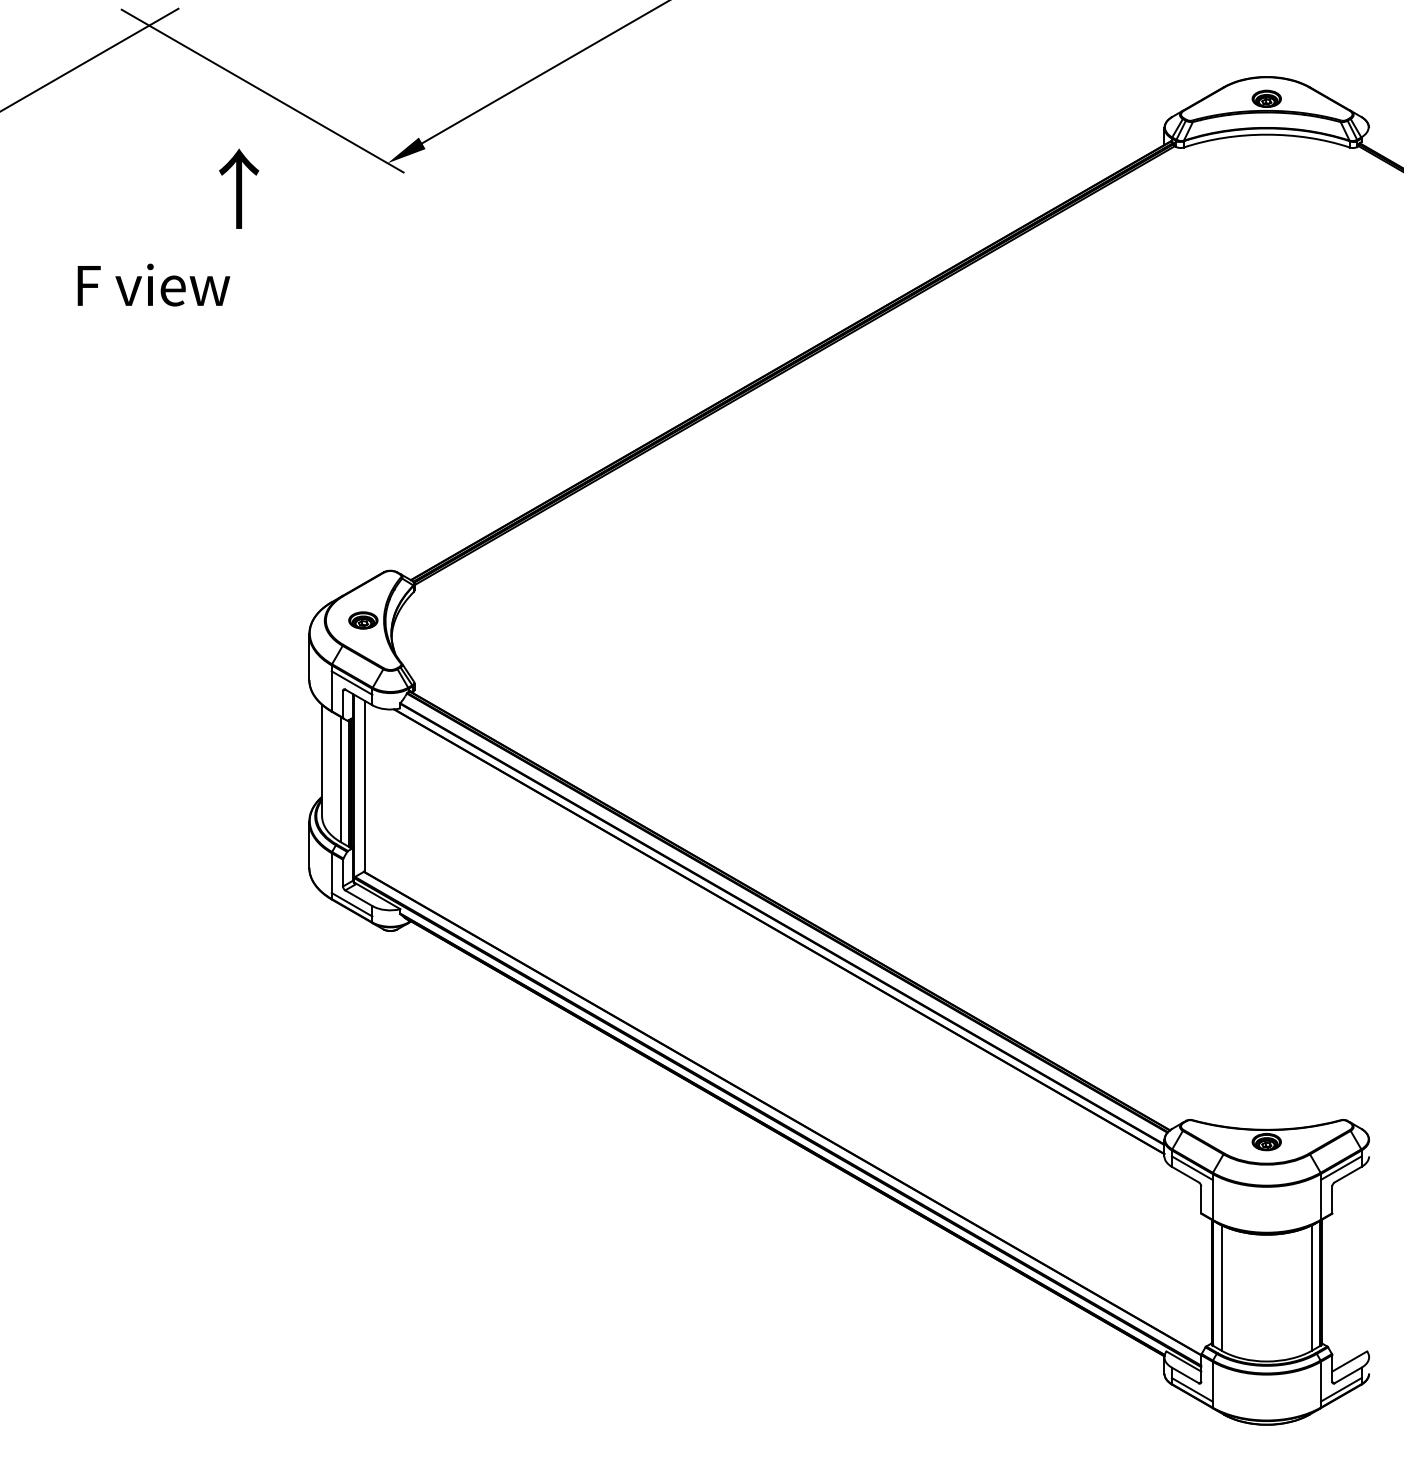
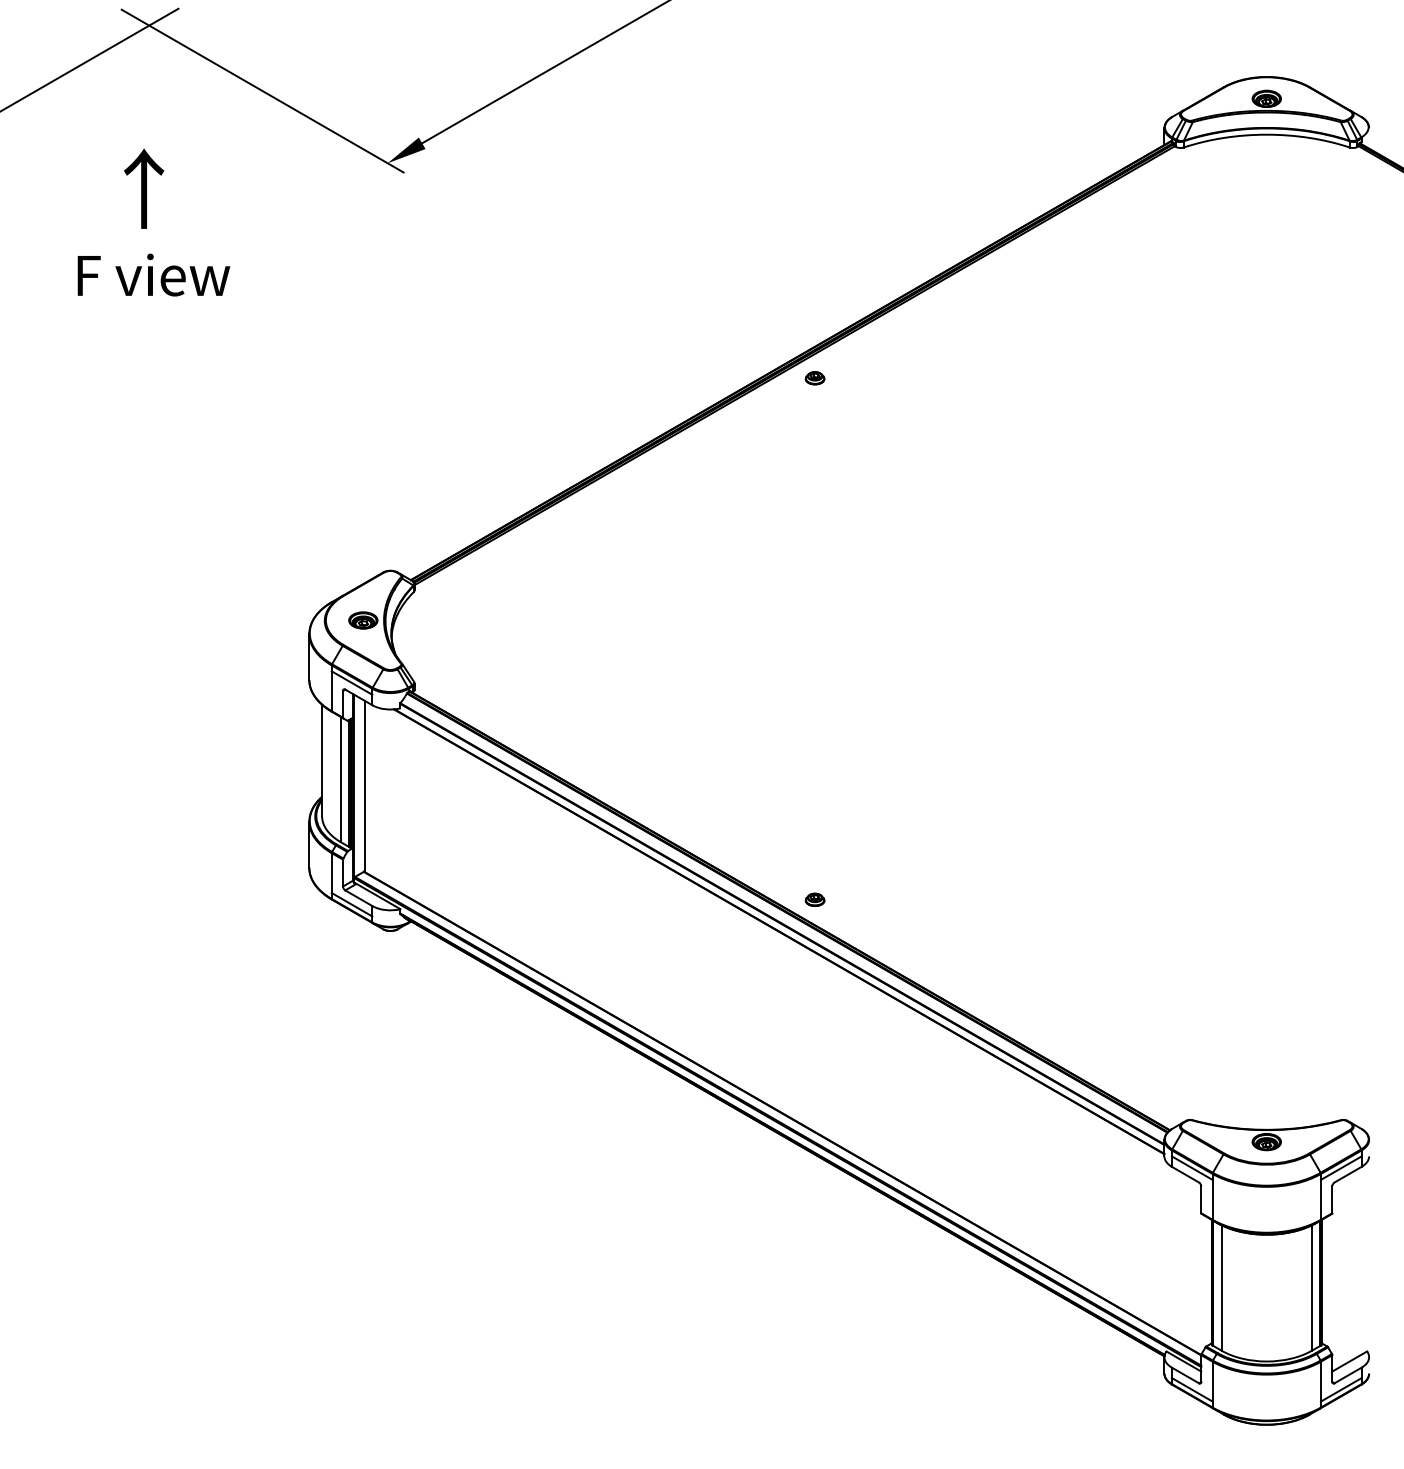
text at (239, 188) position: (239, 188) -> (144, 188)
text at (153, 284) position: (153, 284) -> (153, 274)
part at (814, 378): none -> present
part at (814, 899): none -> present
